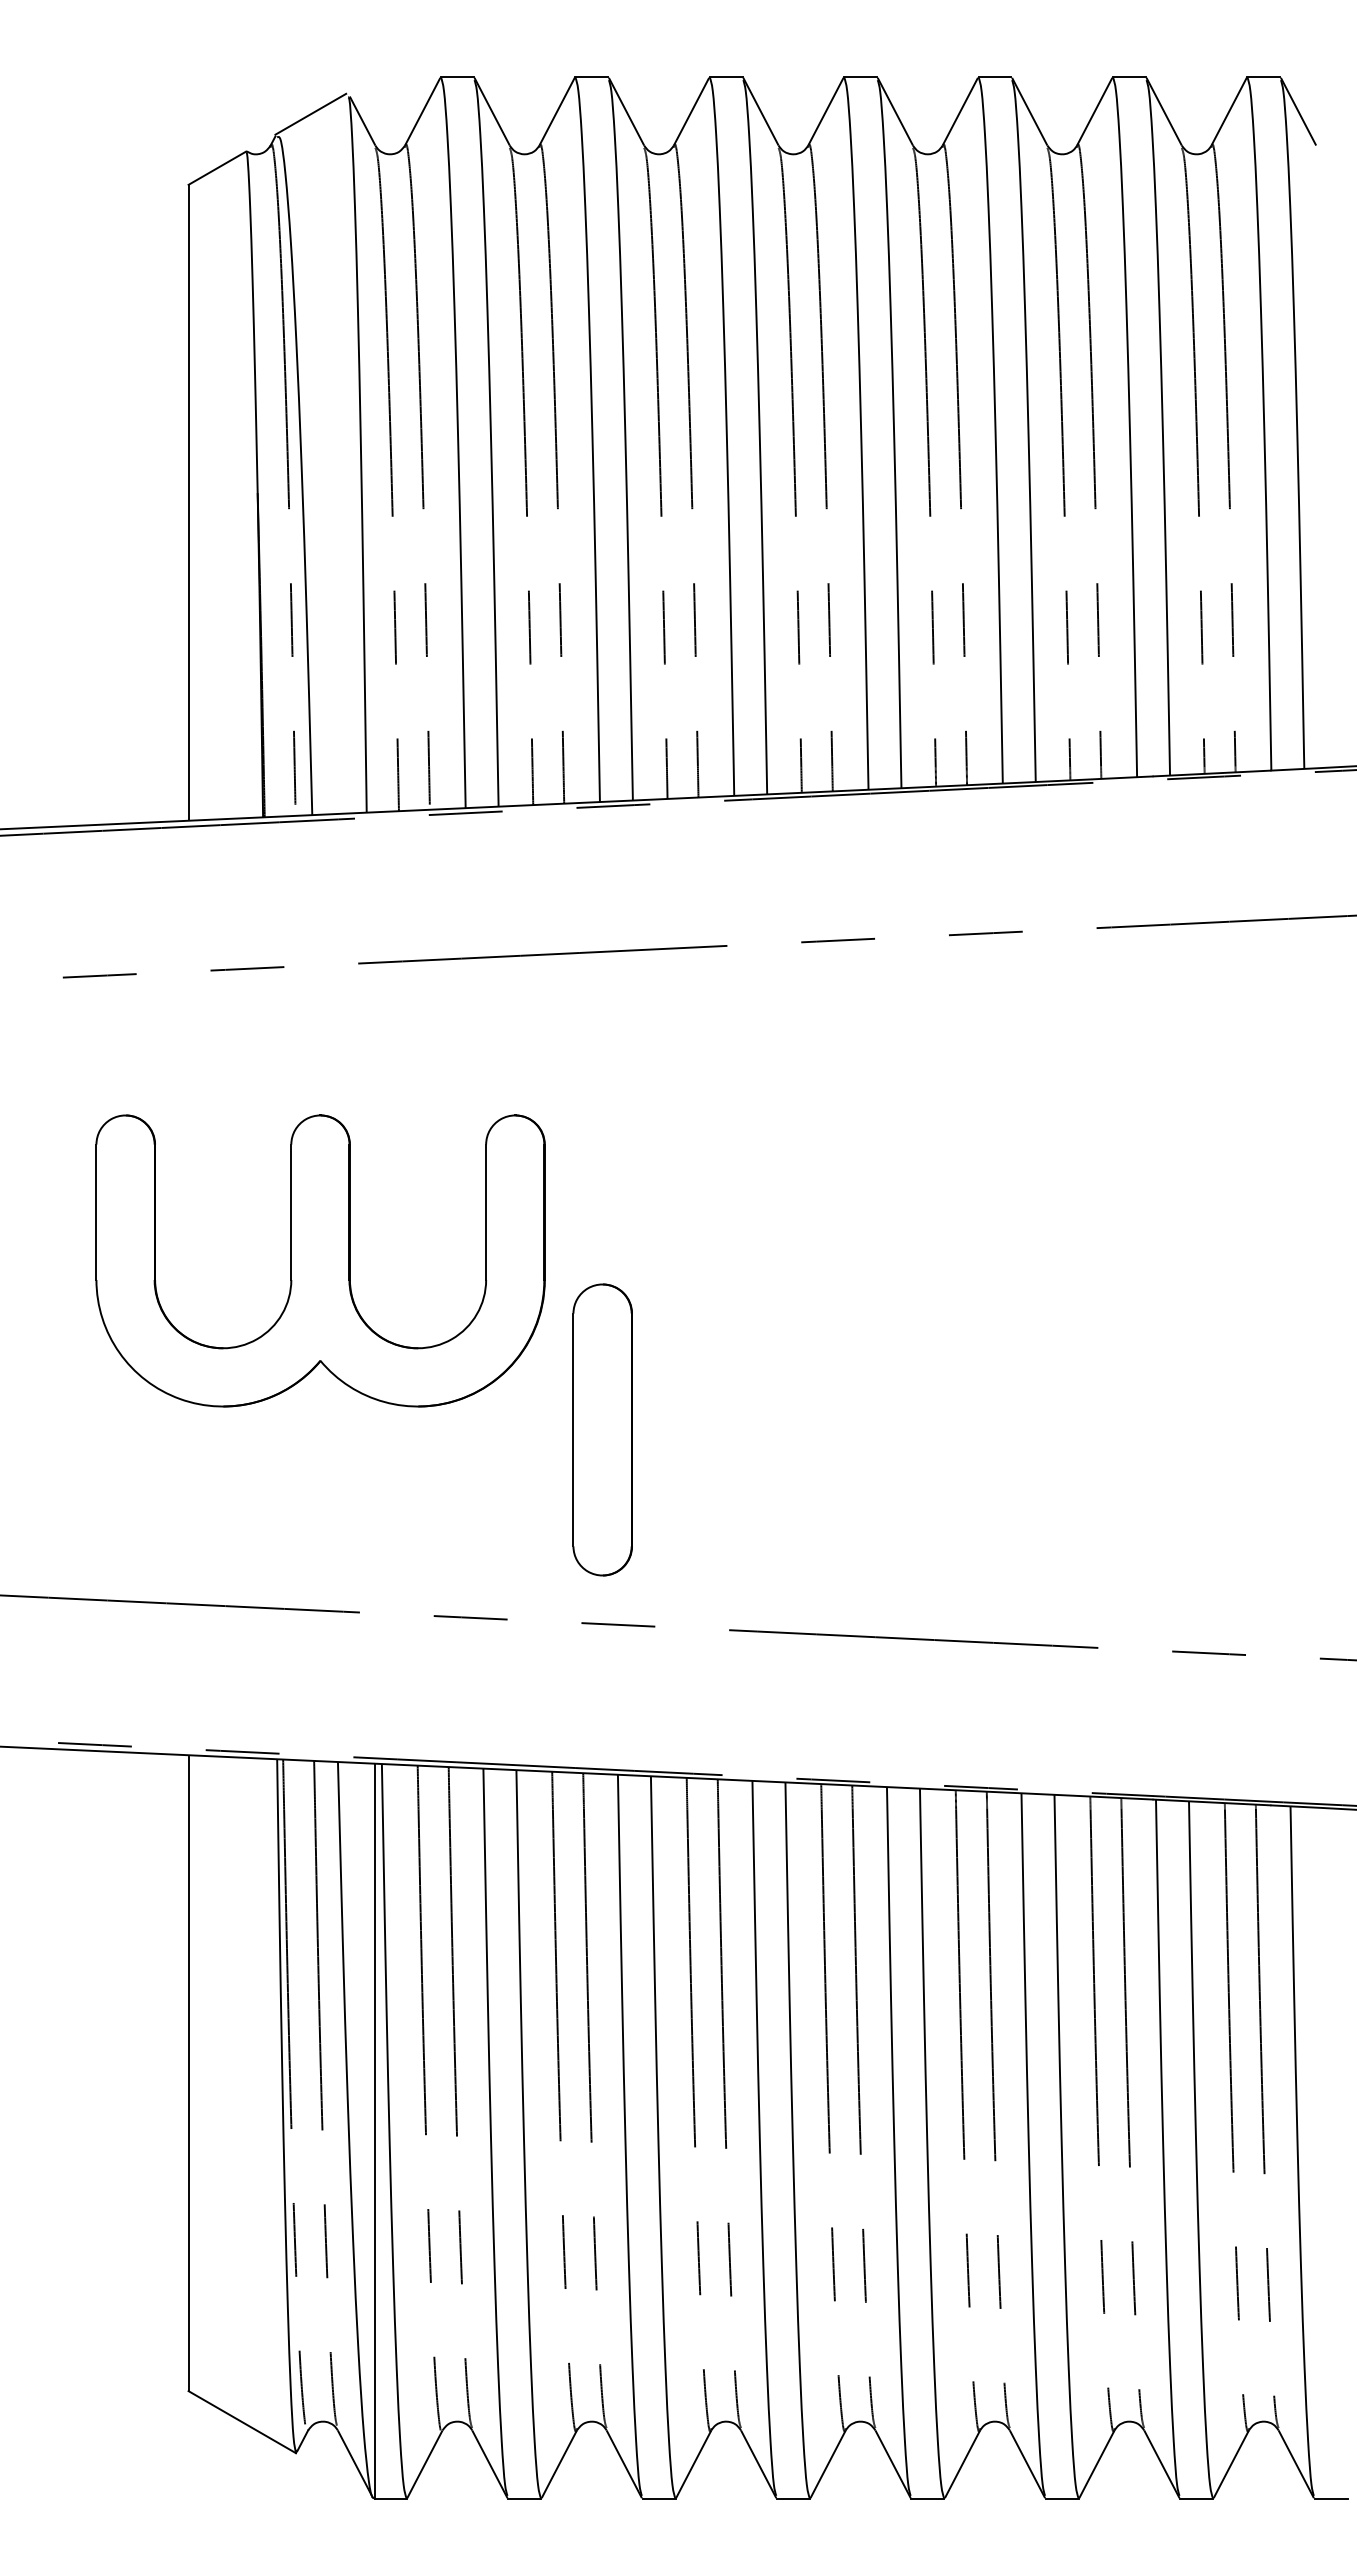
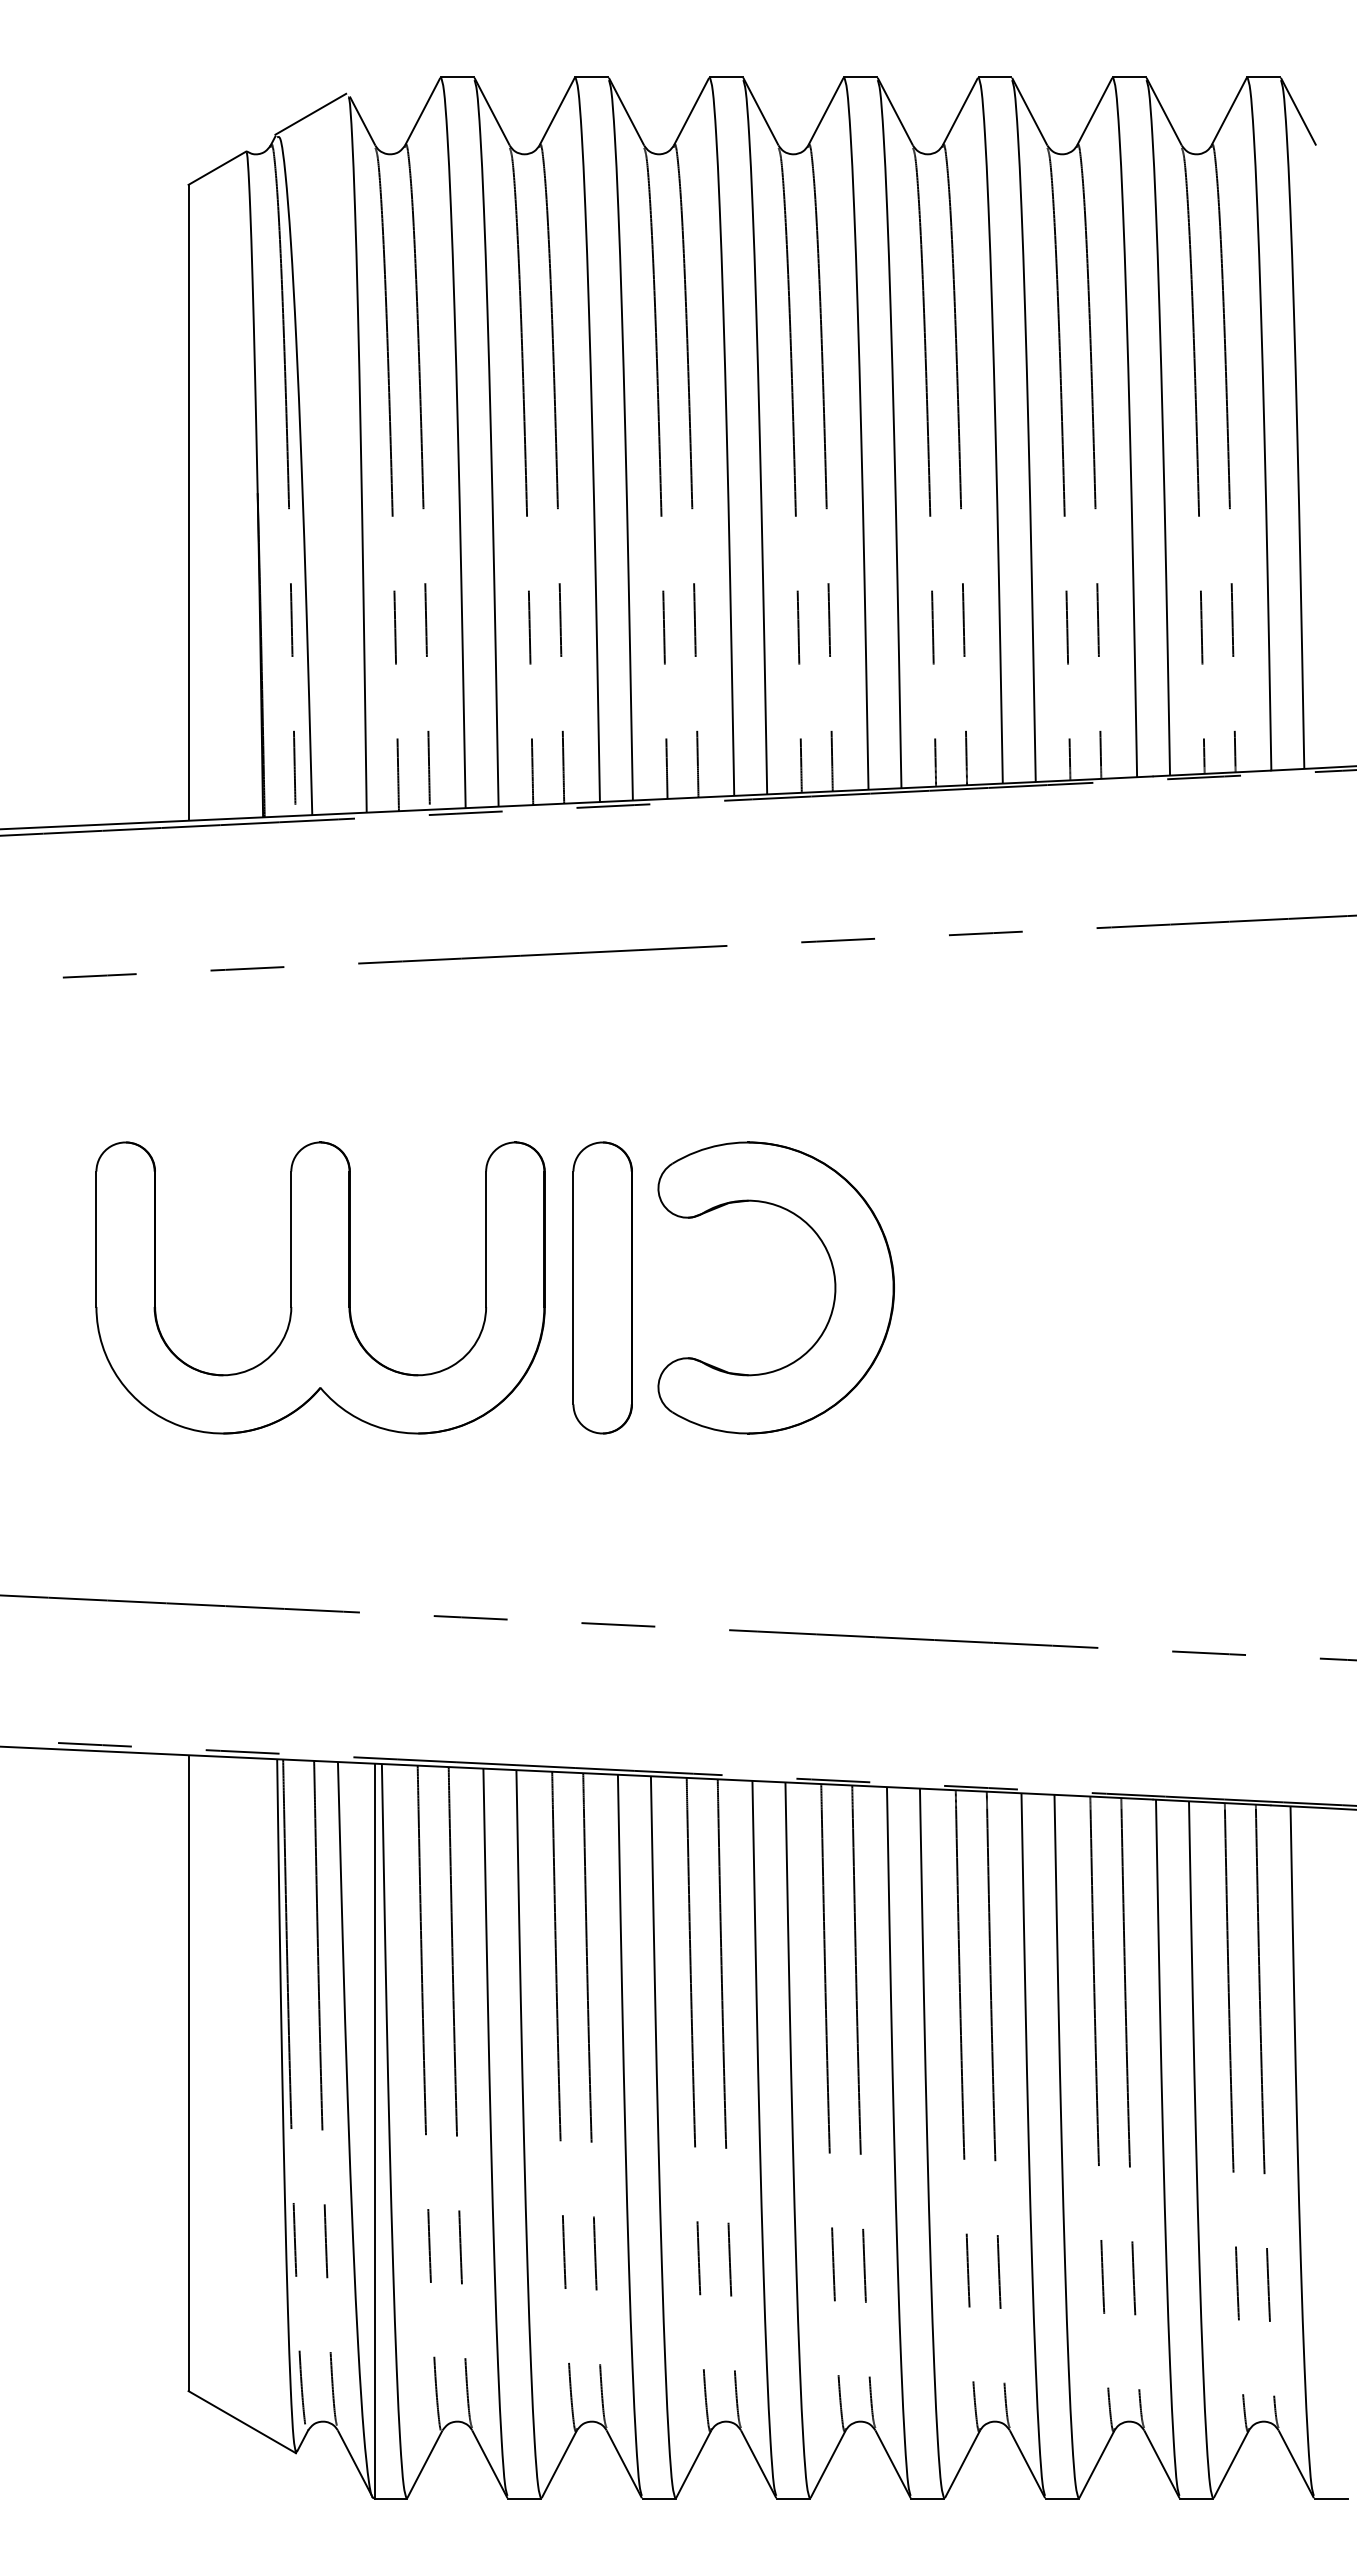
part at (320, 1260) position: (320, 1260) -> (320, 1287)
part at (833, 1277): none -> present
part at (602, 1429) position: (602, 1429) -> (602, 1287)
